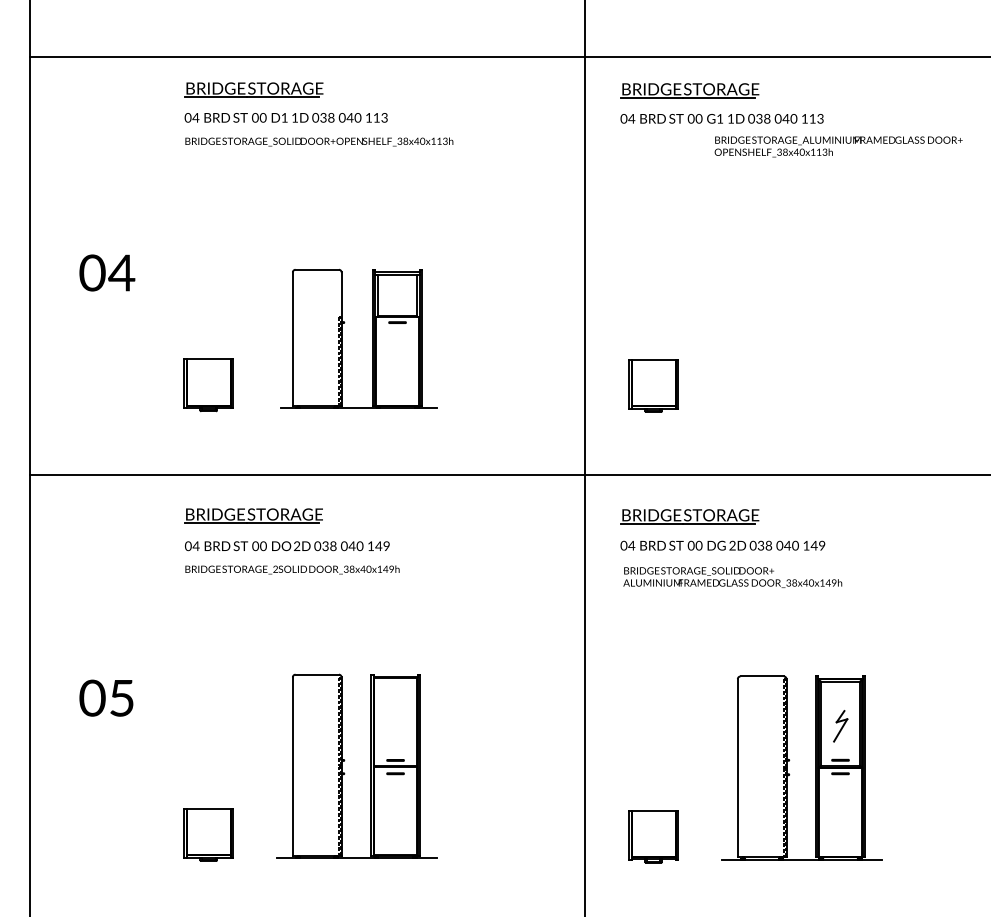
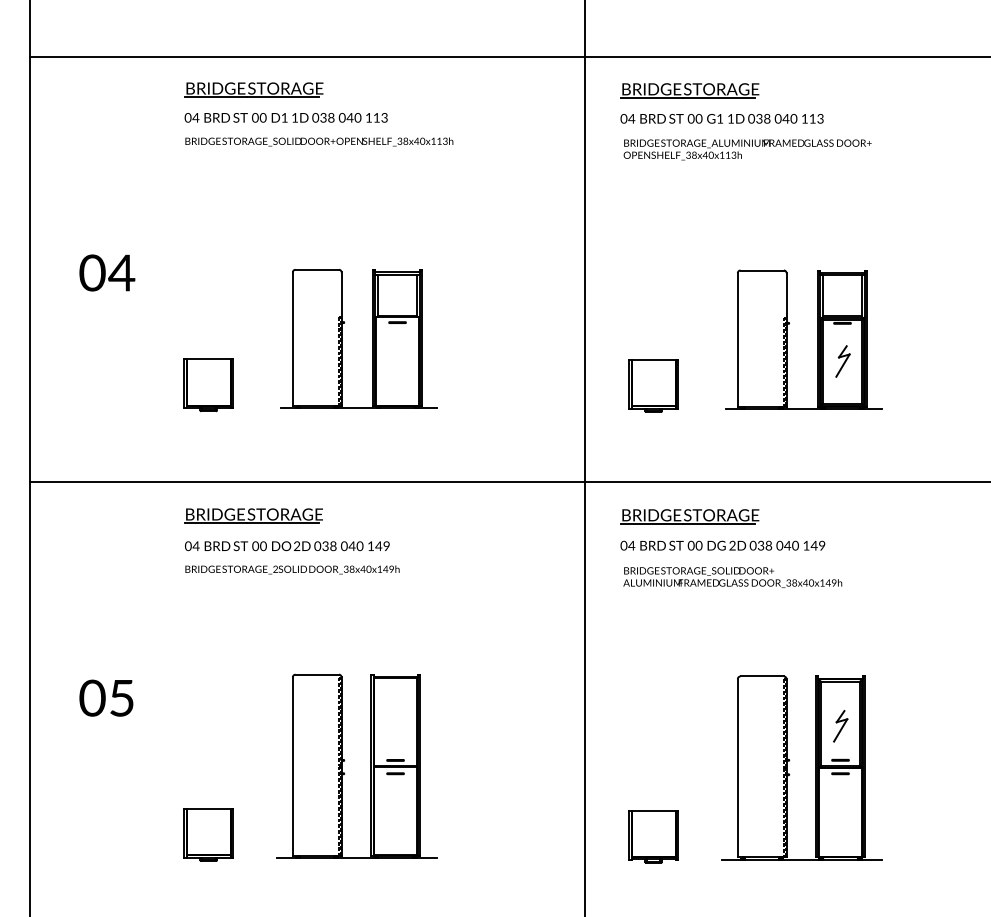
text at (838, 146) position: (838, 146) -> (747, 149)
part at (817, 339): none -> present
line at (508, 474) position: (508, 474) -> (508, 481)
